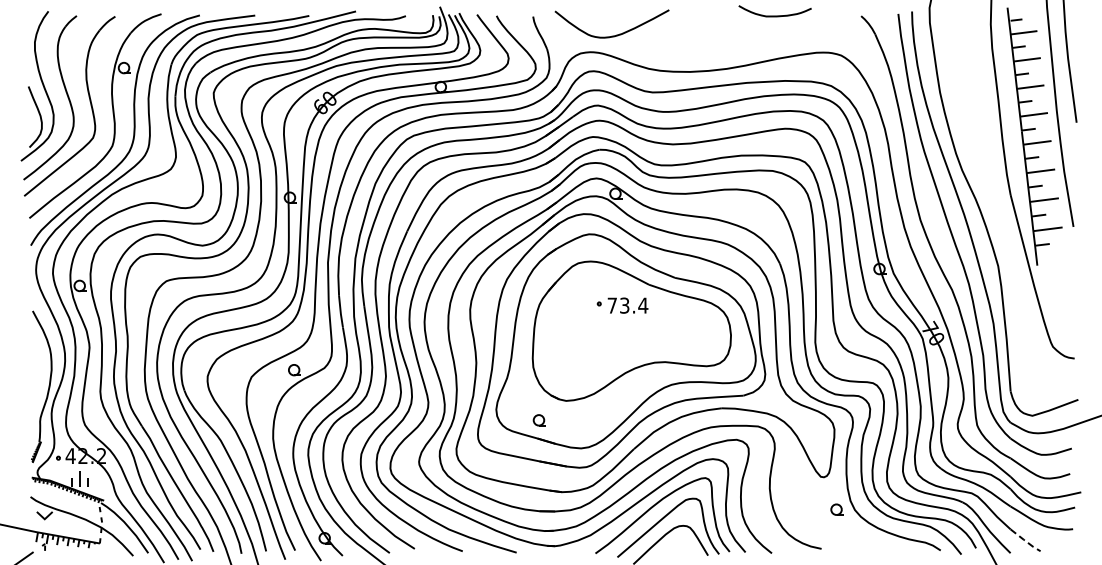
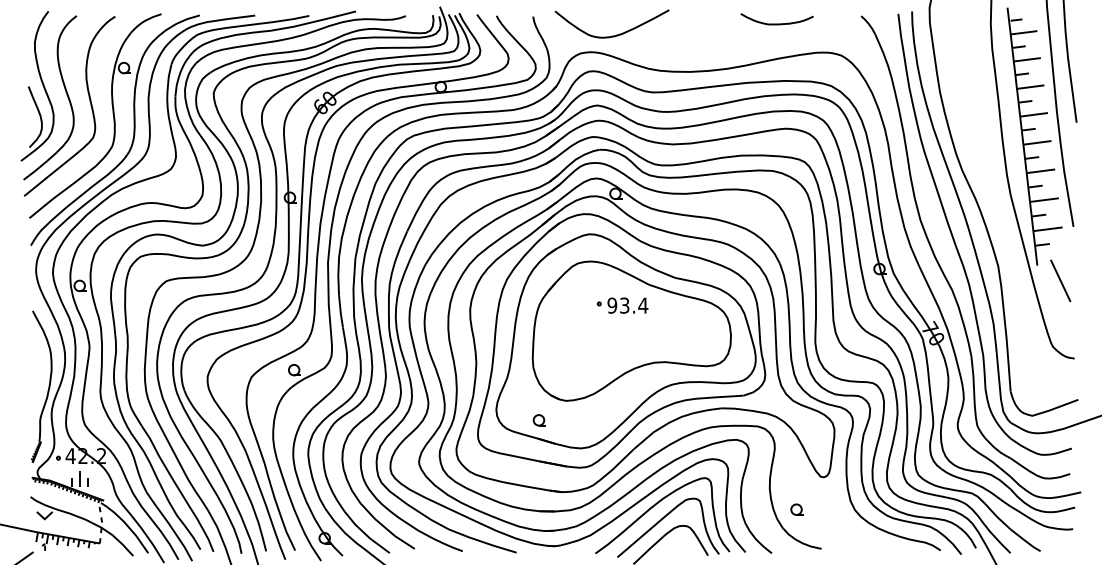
curve at (774, 15) position: (774, 15) -> (776, 23)
line at (1060, 280): none -> present
text at (612, 305): 73.4 -> 93.4
part at (836, 509) position: (836, 509) -> (796, 509)
line at (1026, 541): dashed -> solid
